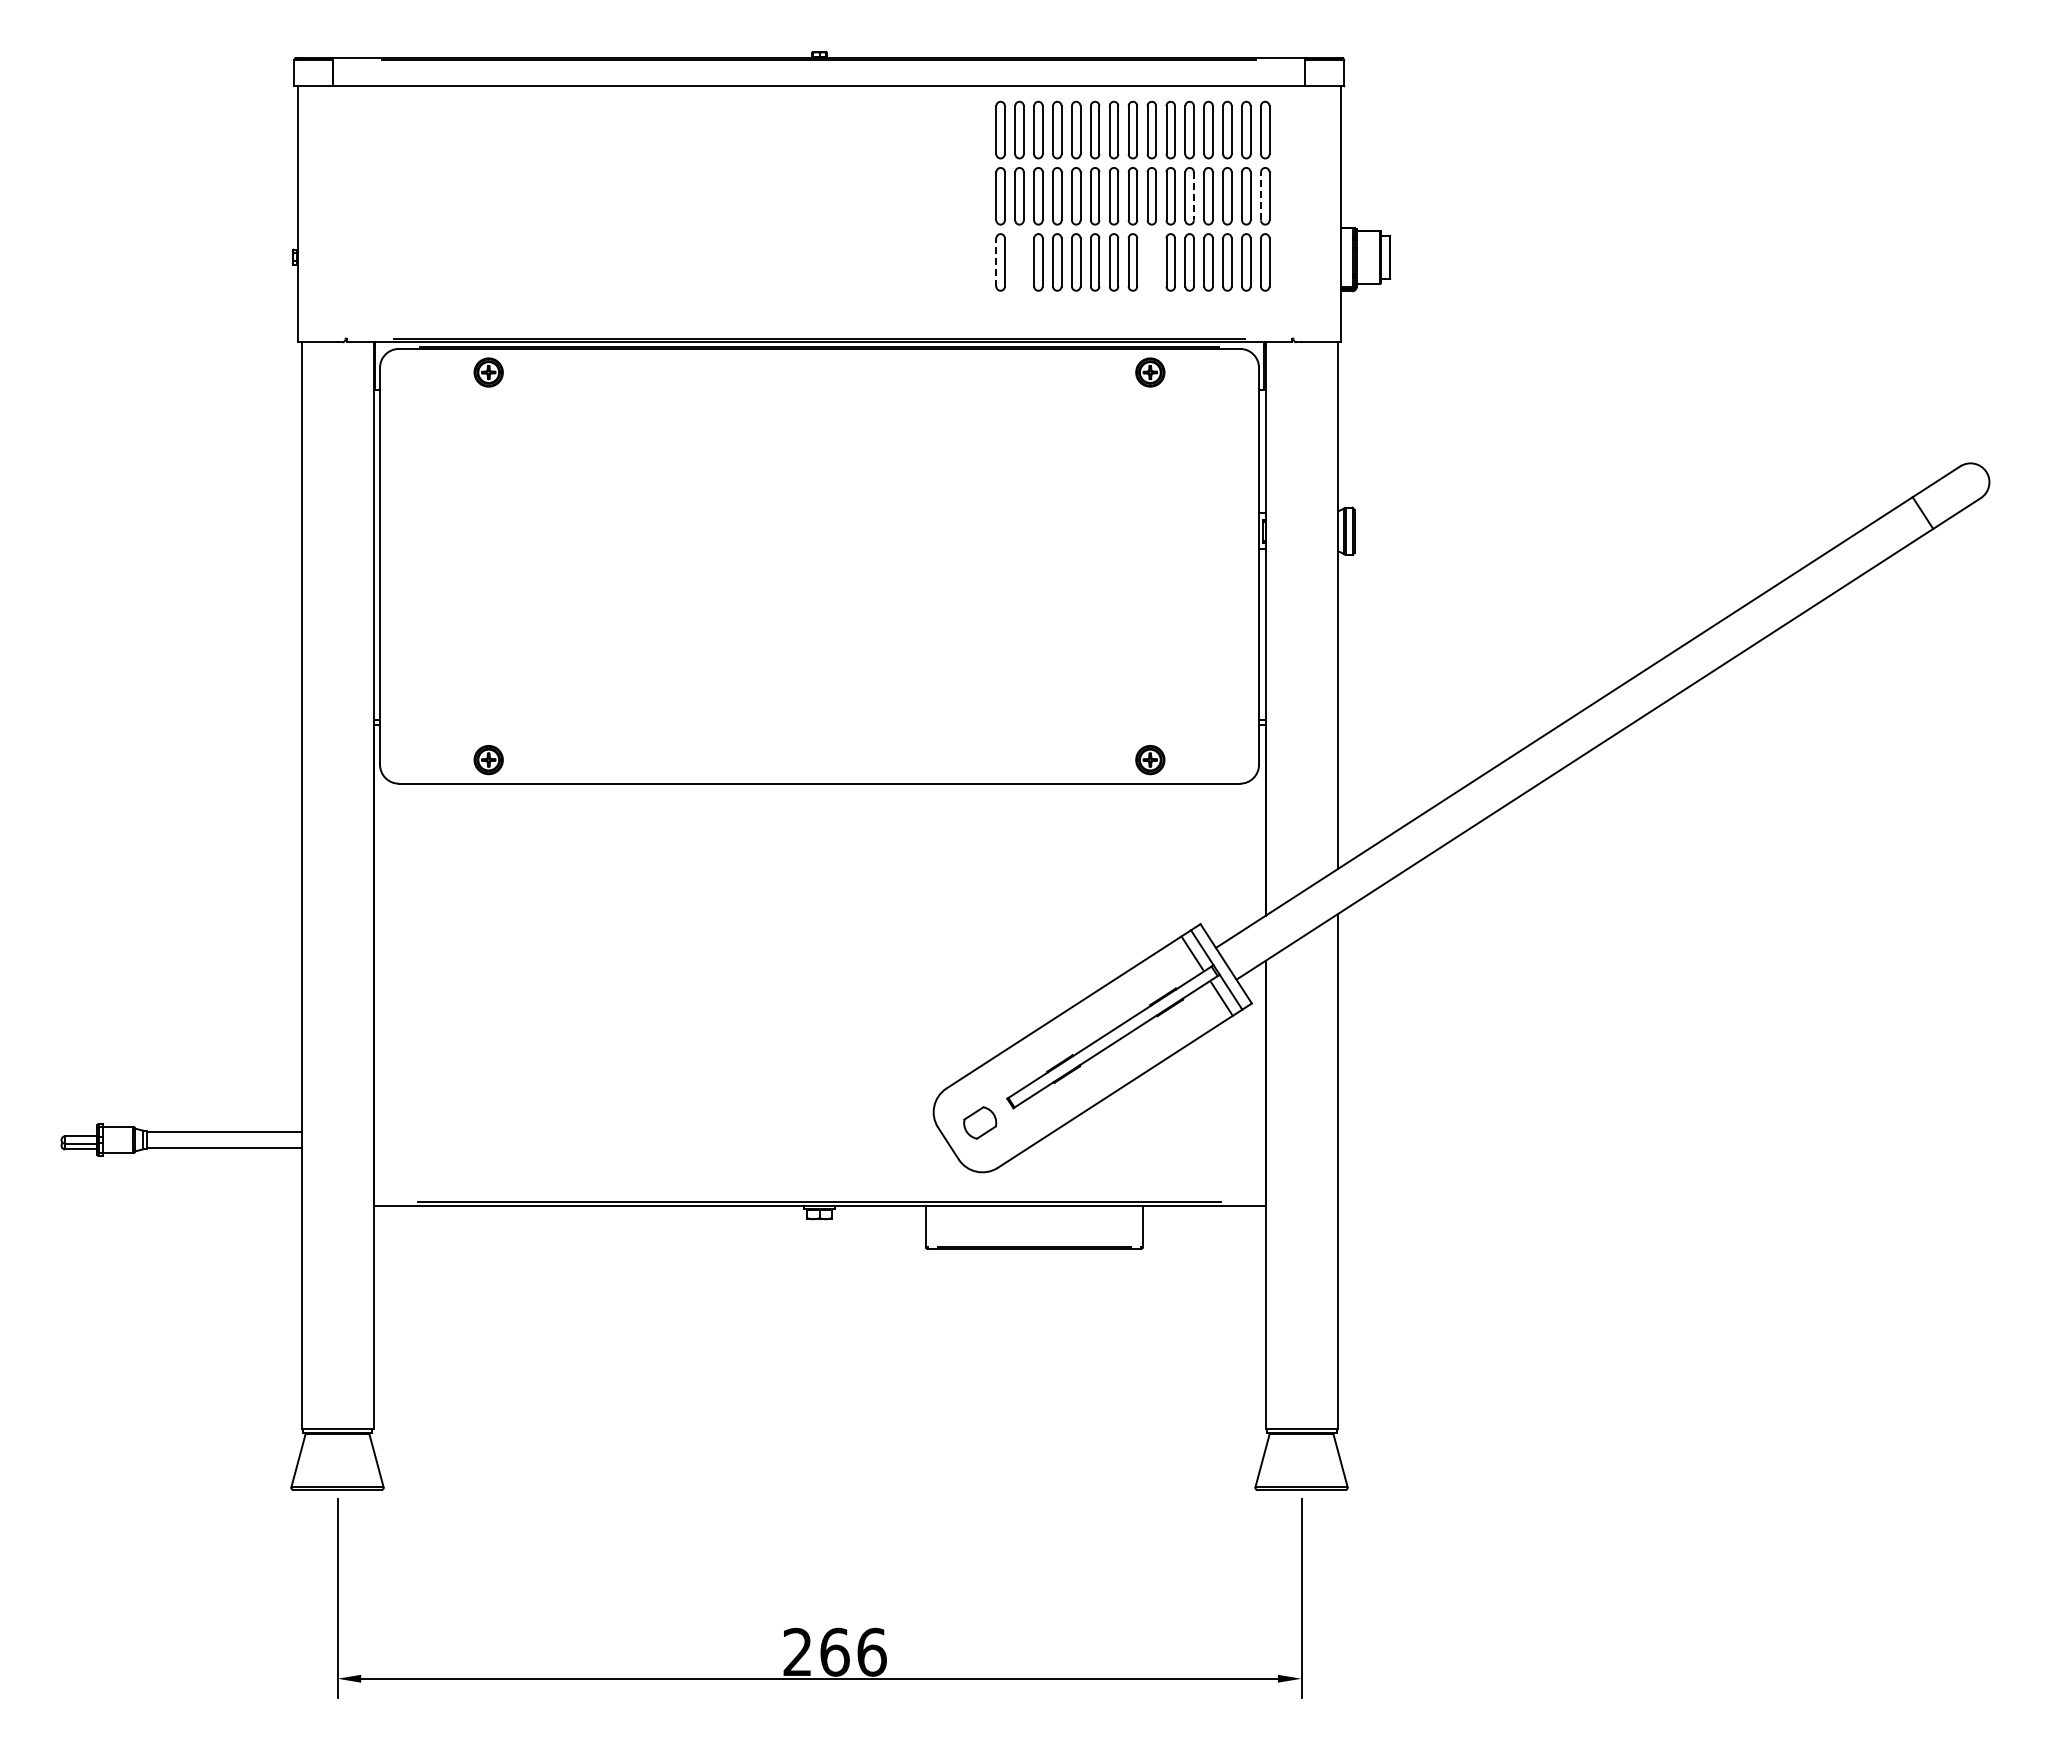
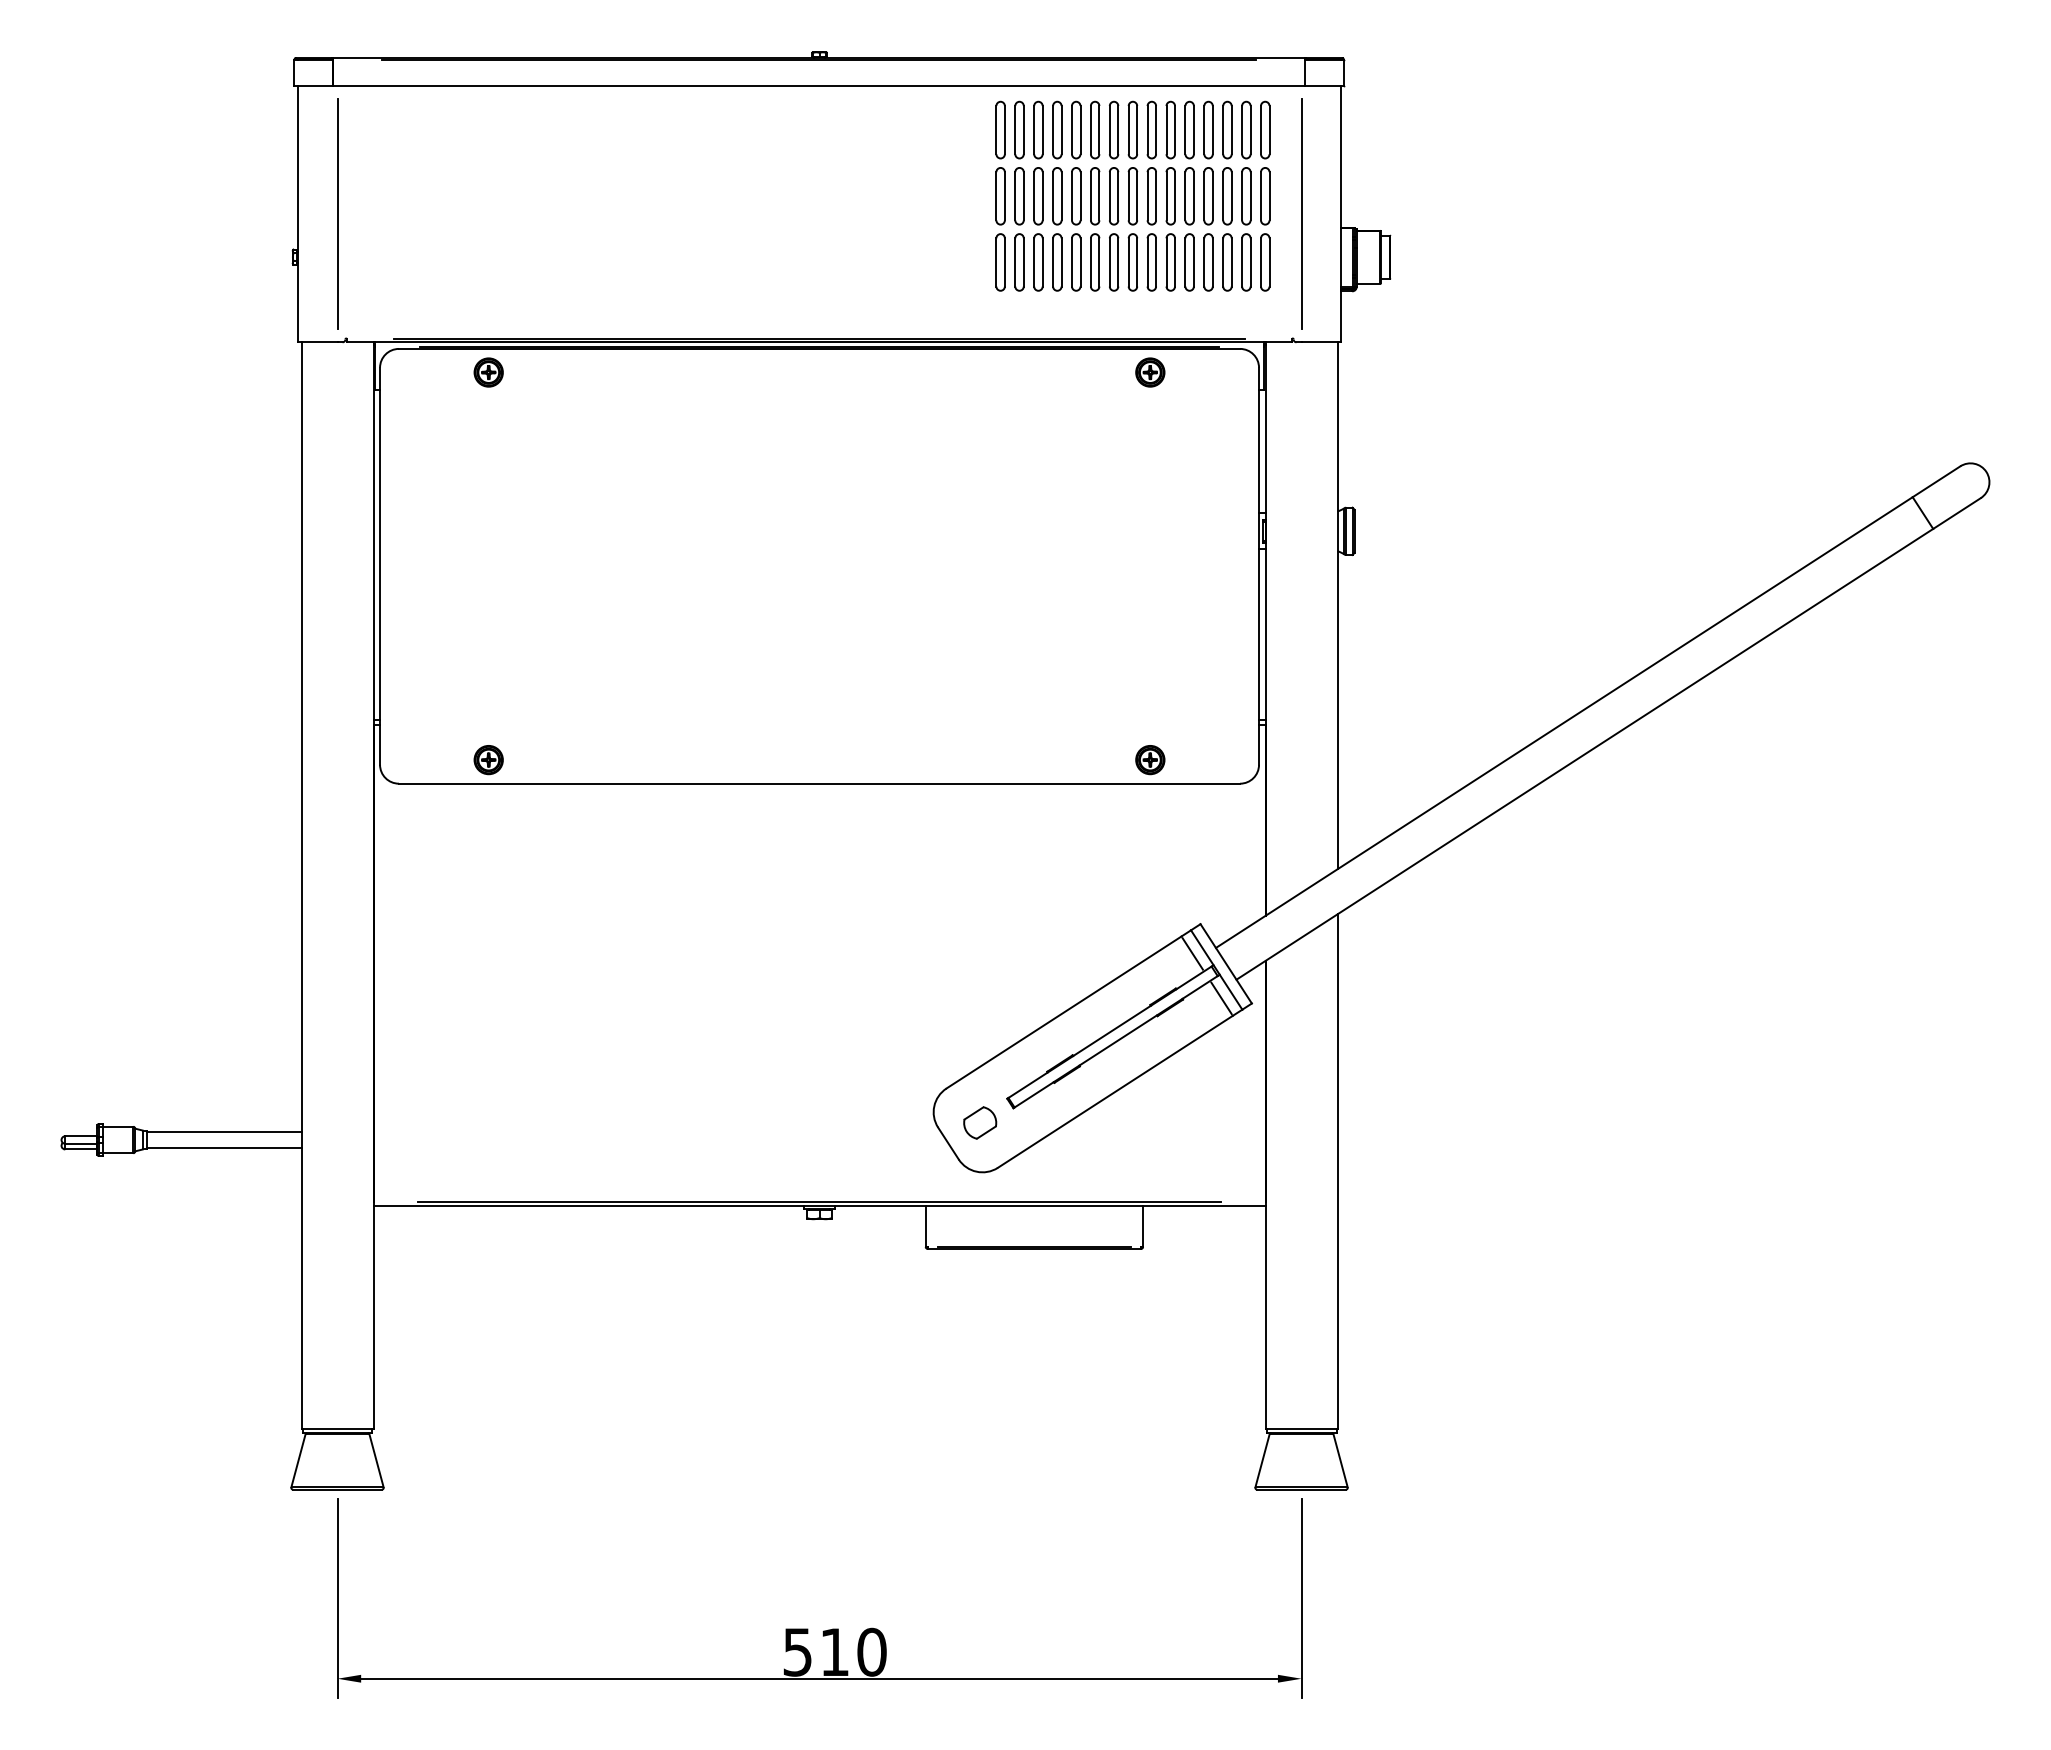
line at (1261, 195): dashed -> solid
line at (1193, 196): dashed -> solid
line at (337, 213): none -> present
line at (1301, 213): none -> present
line at (996, 261): dashed -> solid
part at (1019, 262): none -> present
part at (1151, 262): none -> present
text at (834, 1651): 266 -> 510
